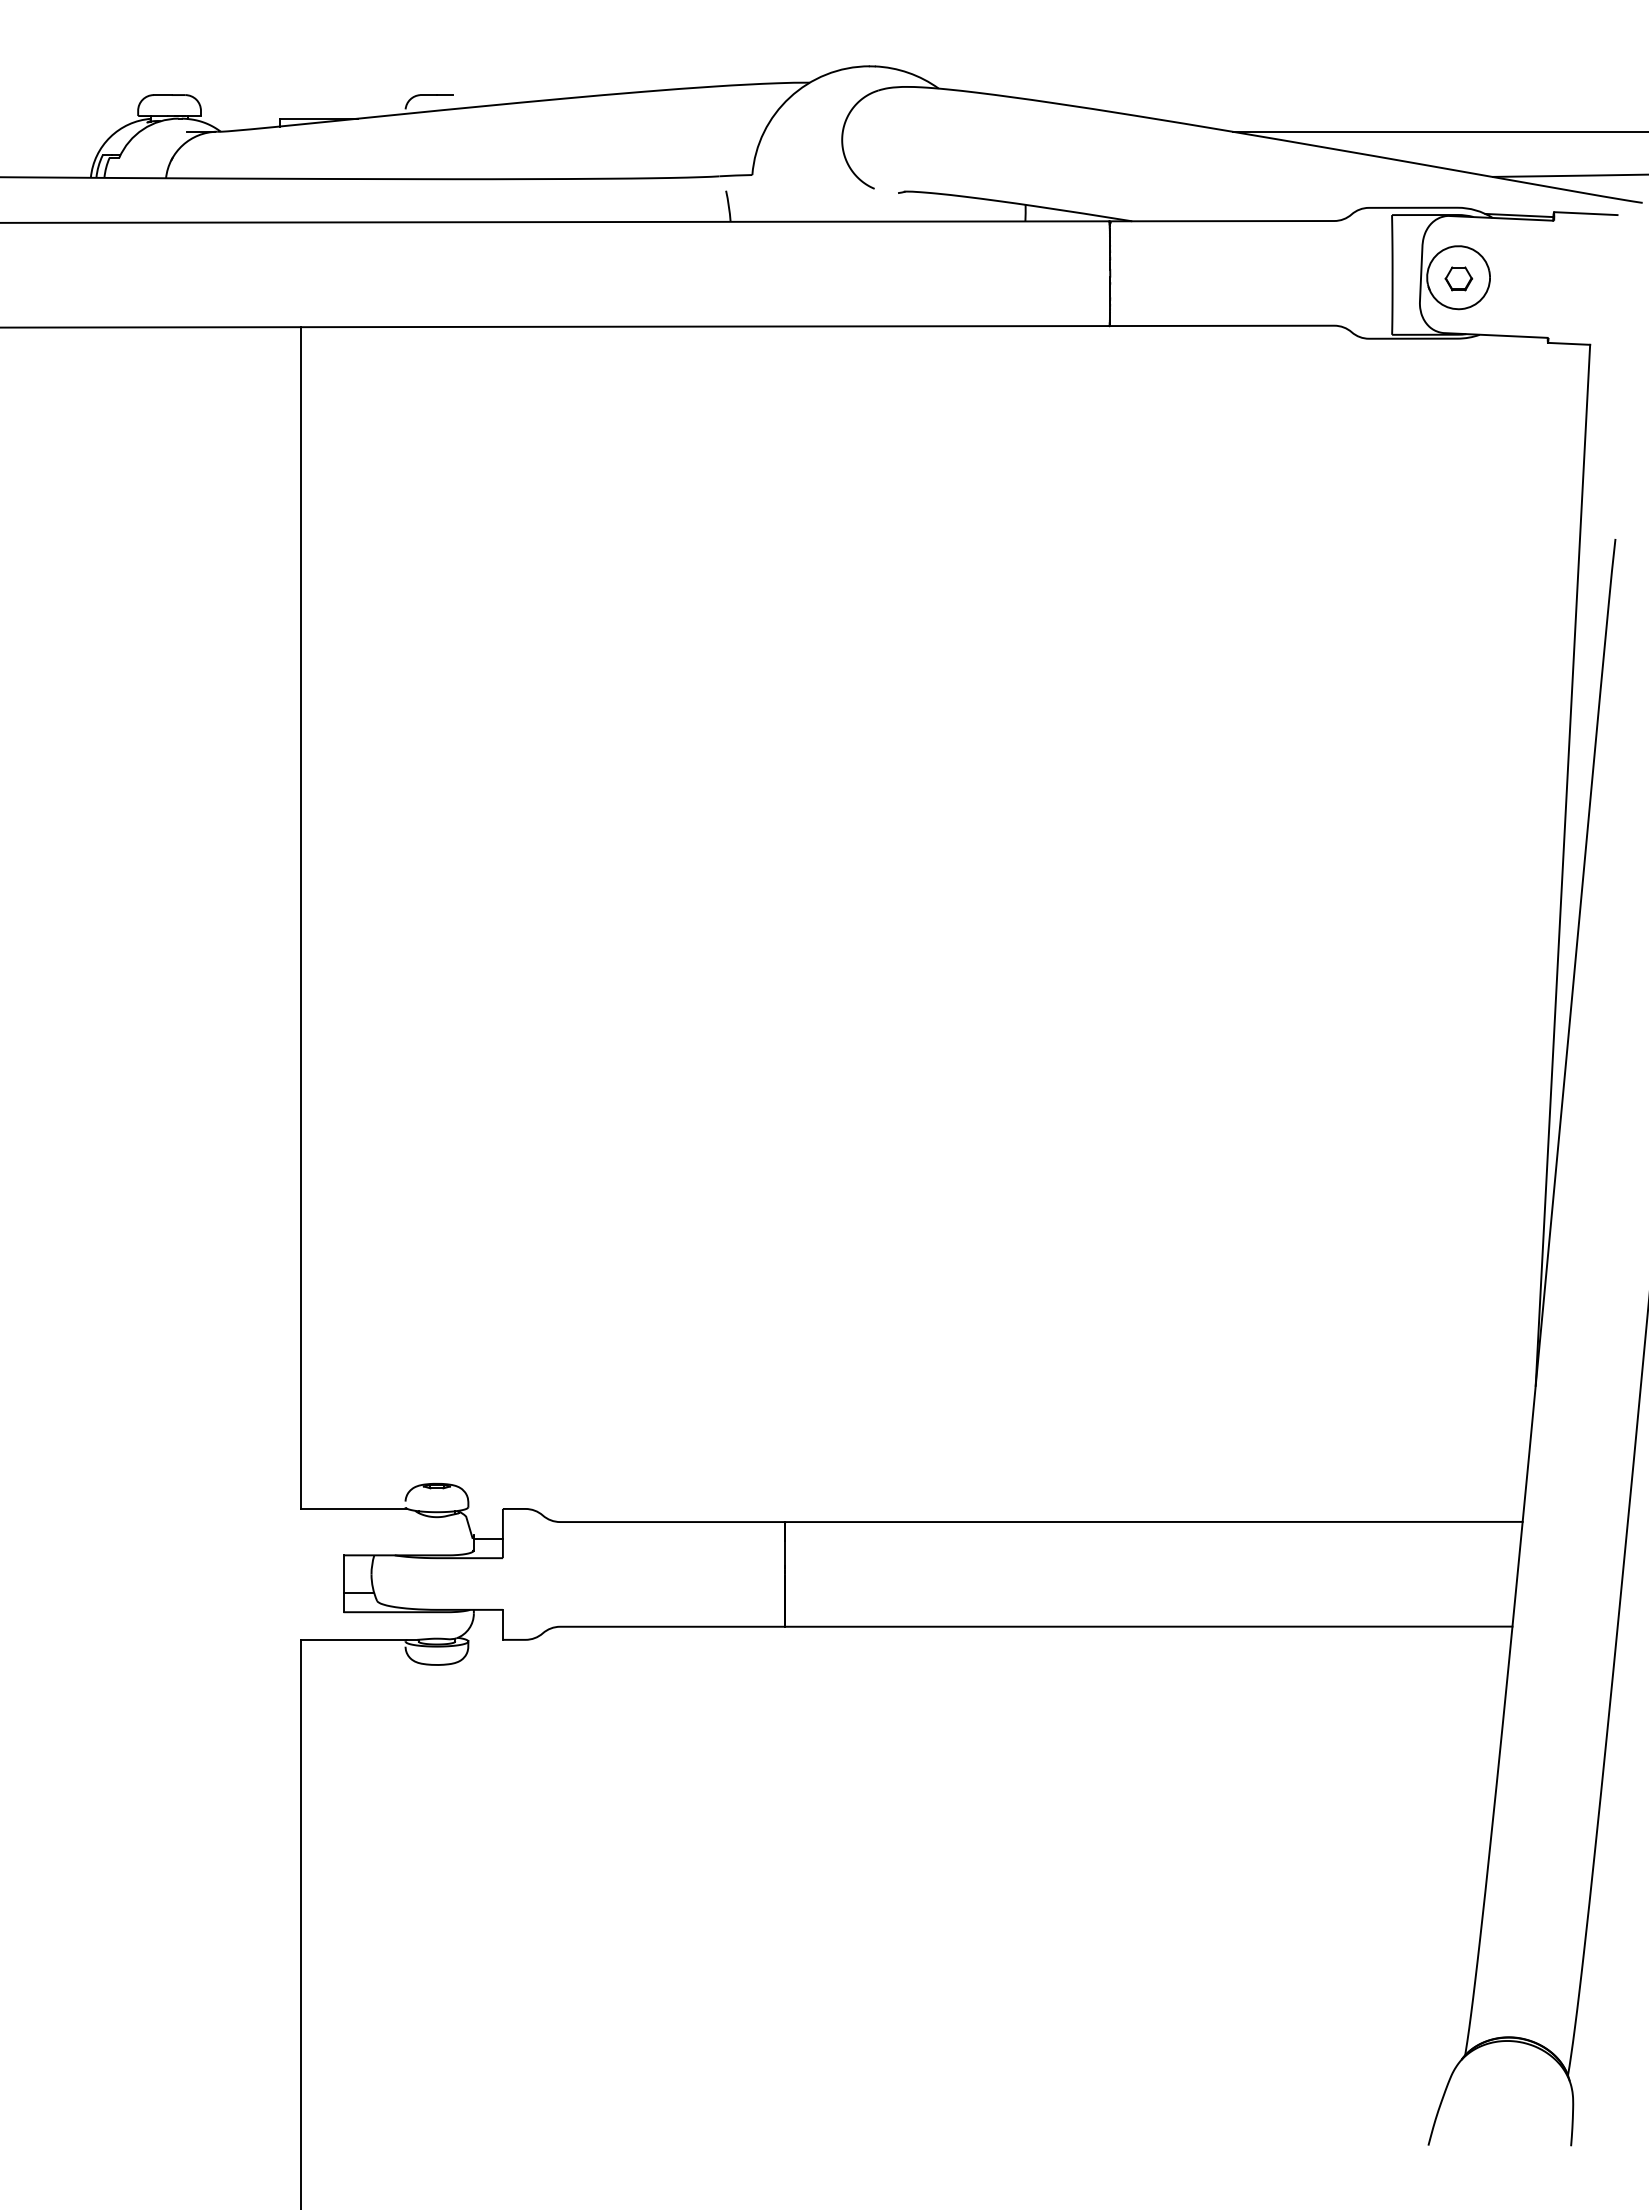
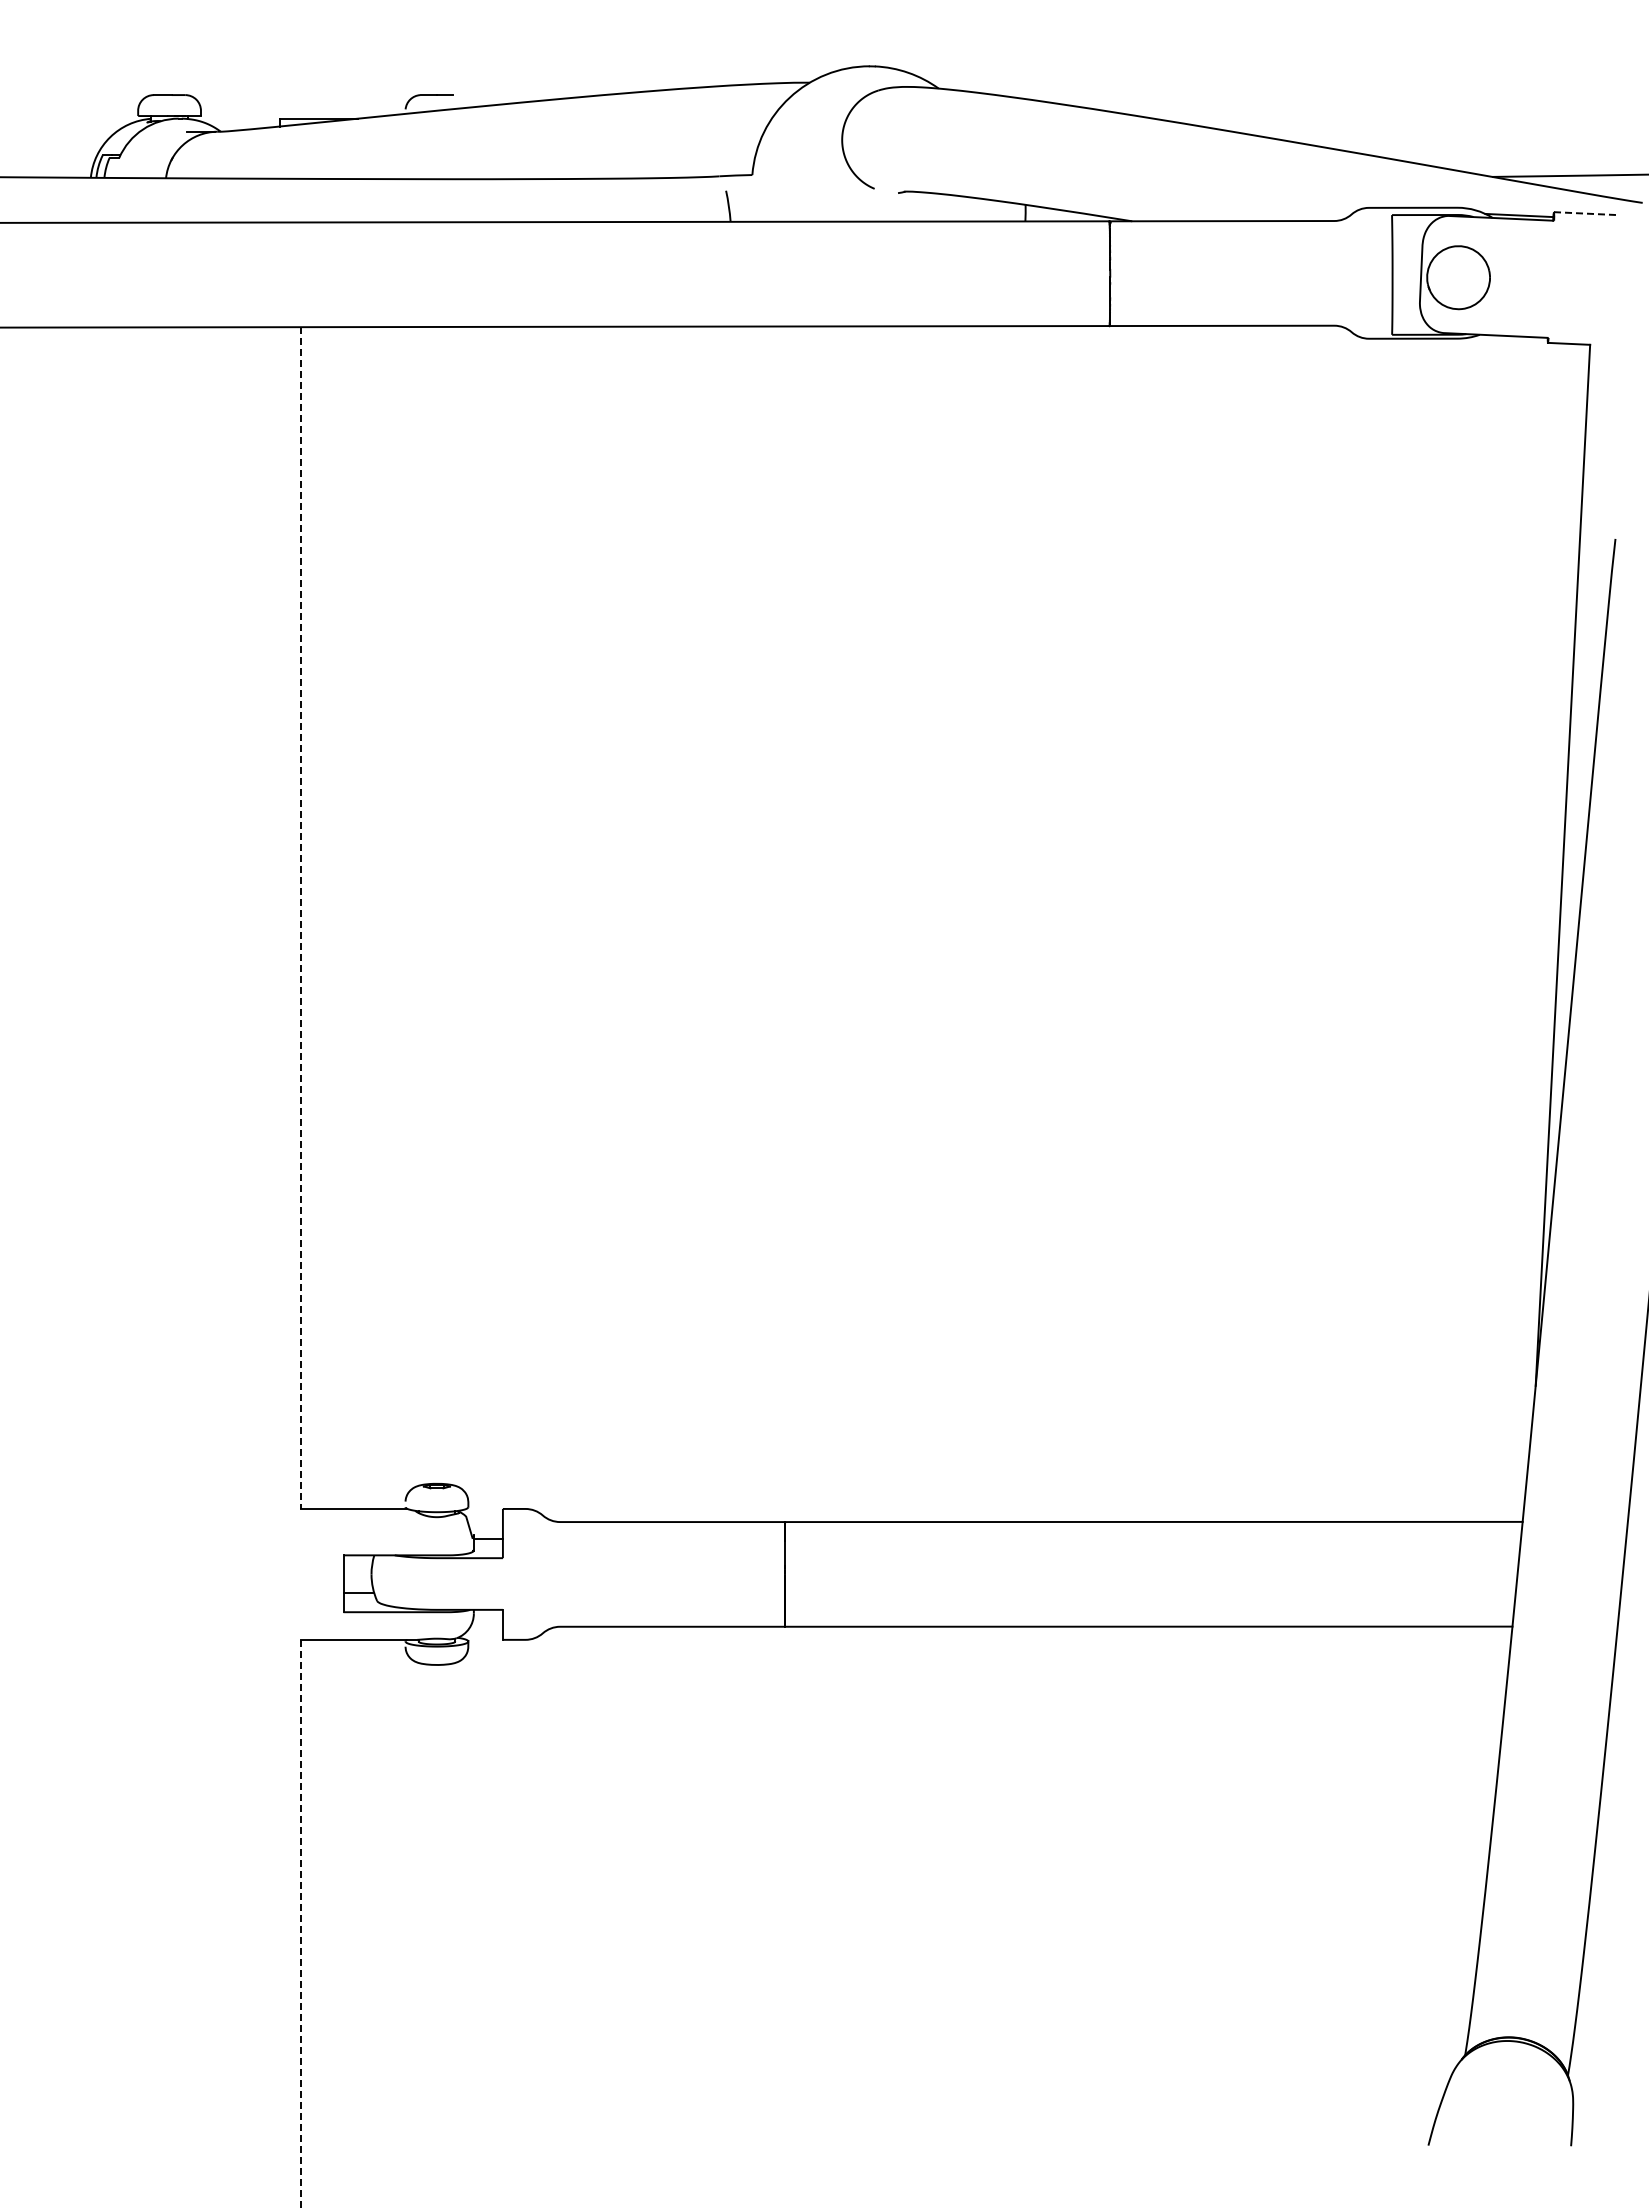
line at (1438, 131): present -> none
line at (1585, 213): solid -> dashed
part at (1458, 278): present -> none
line at (300, 918): solid -> dashed
line at (300, 1925): solid -> dashed
